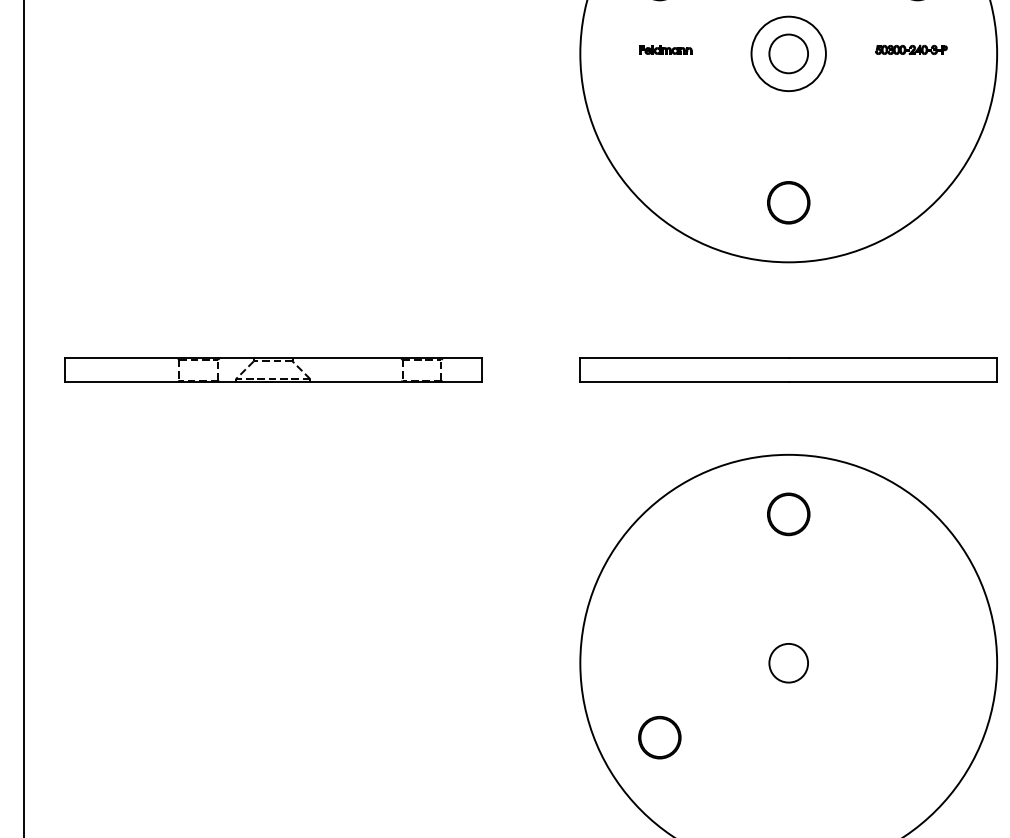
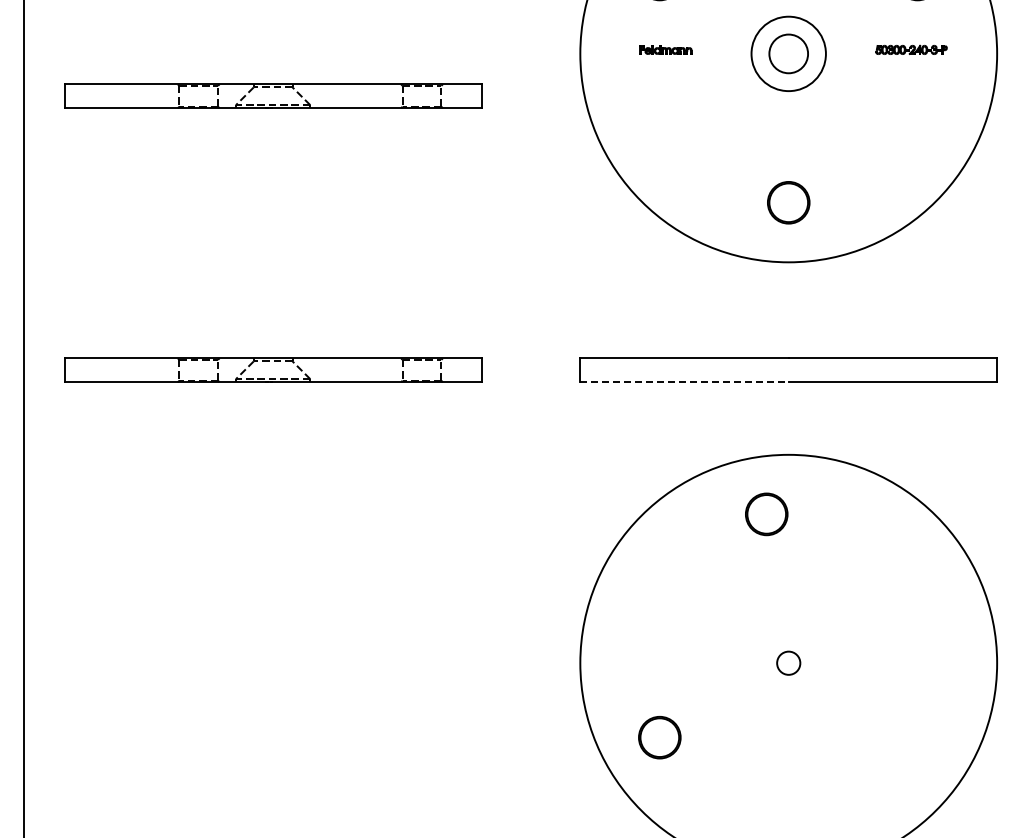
part at (273, 95): none -> present
line at (685, 382): solid -> dashed
part at (788, 514) position: (788, 514) -> (766, 514)
circle at (788, 662) diameter: 39 px -> 23 px
